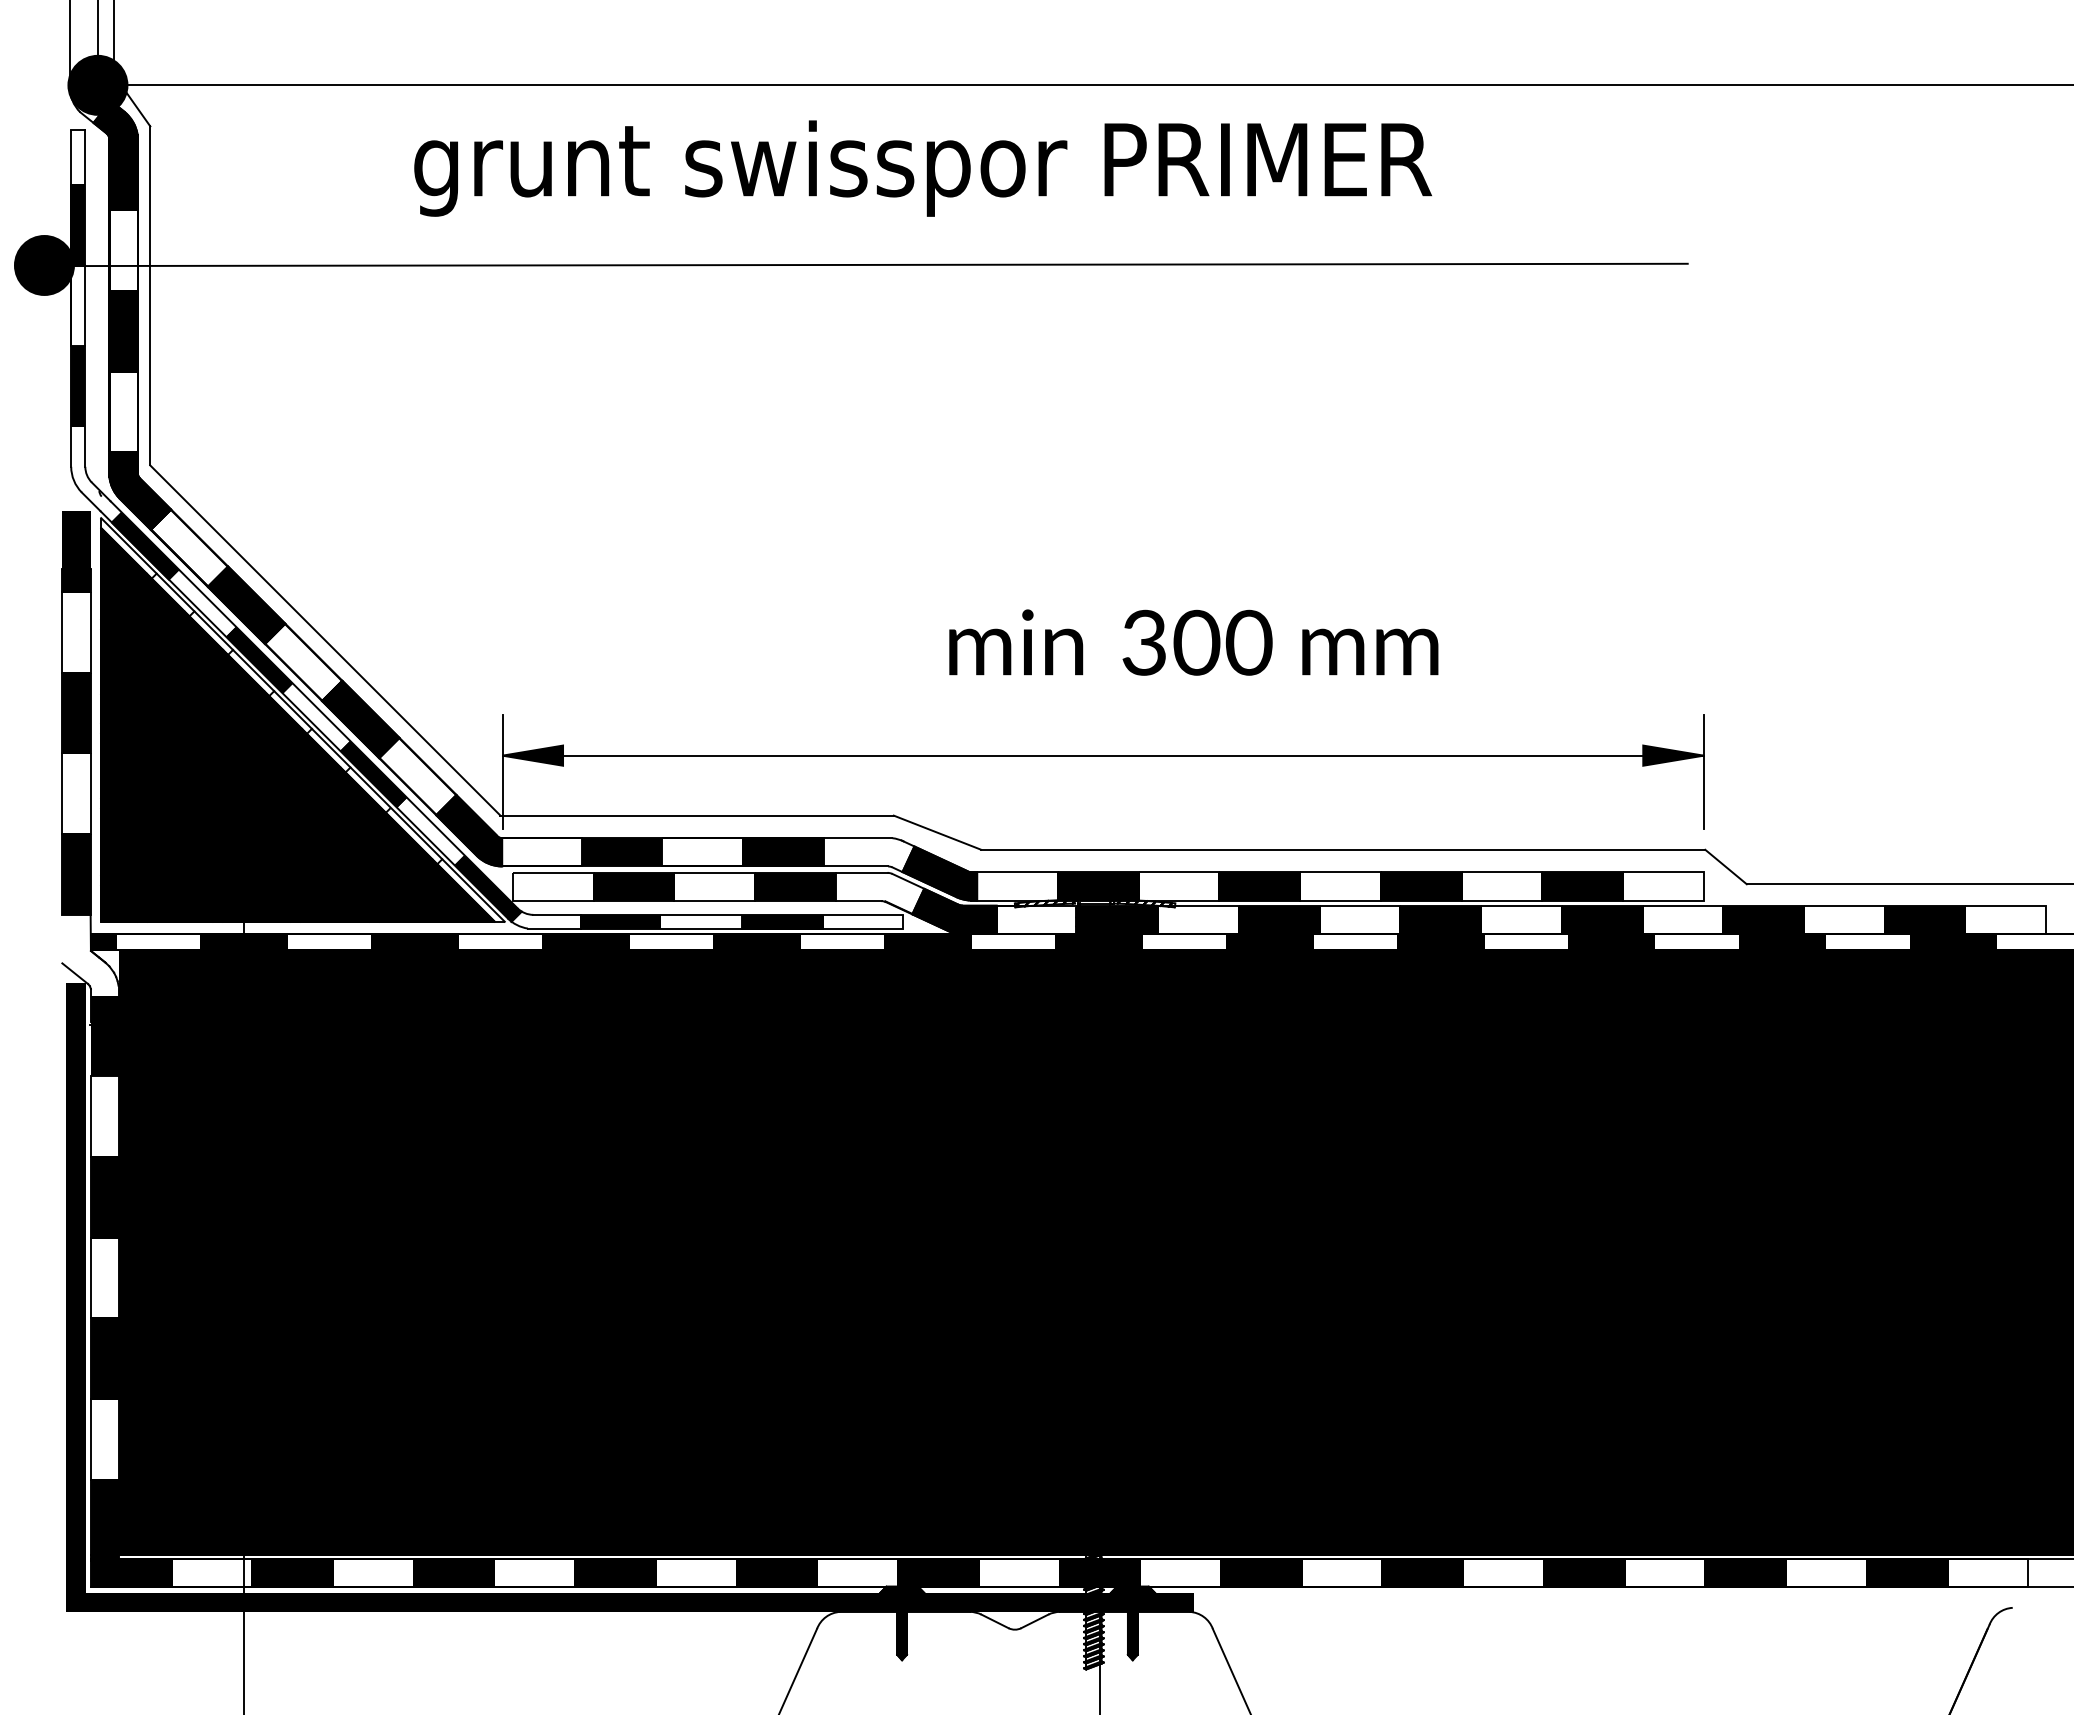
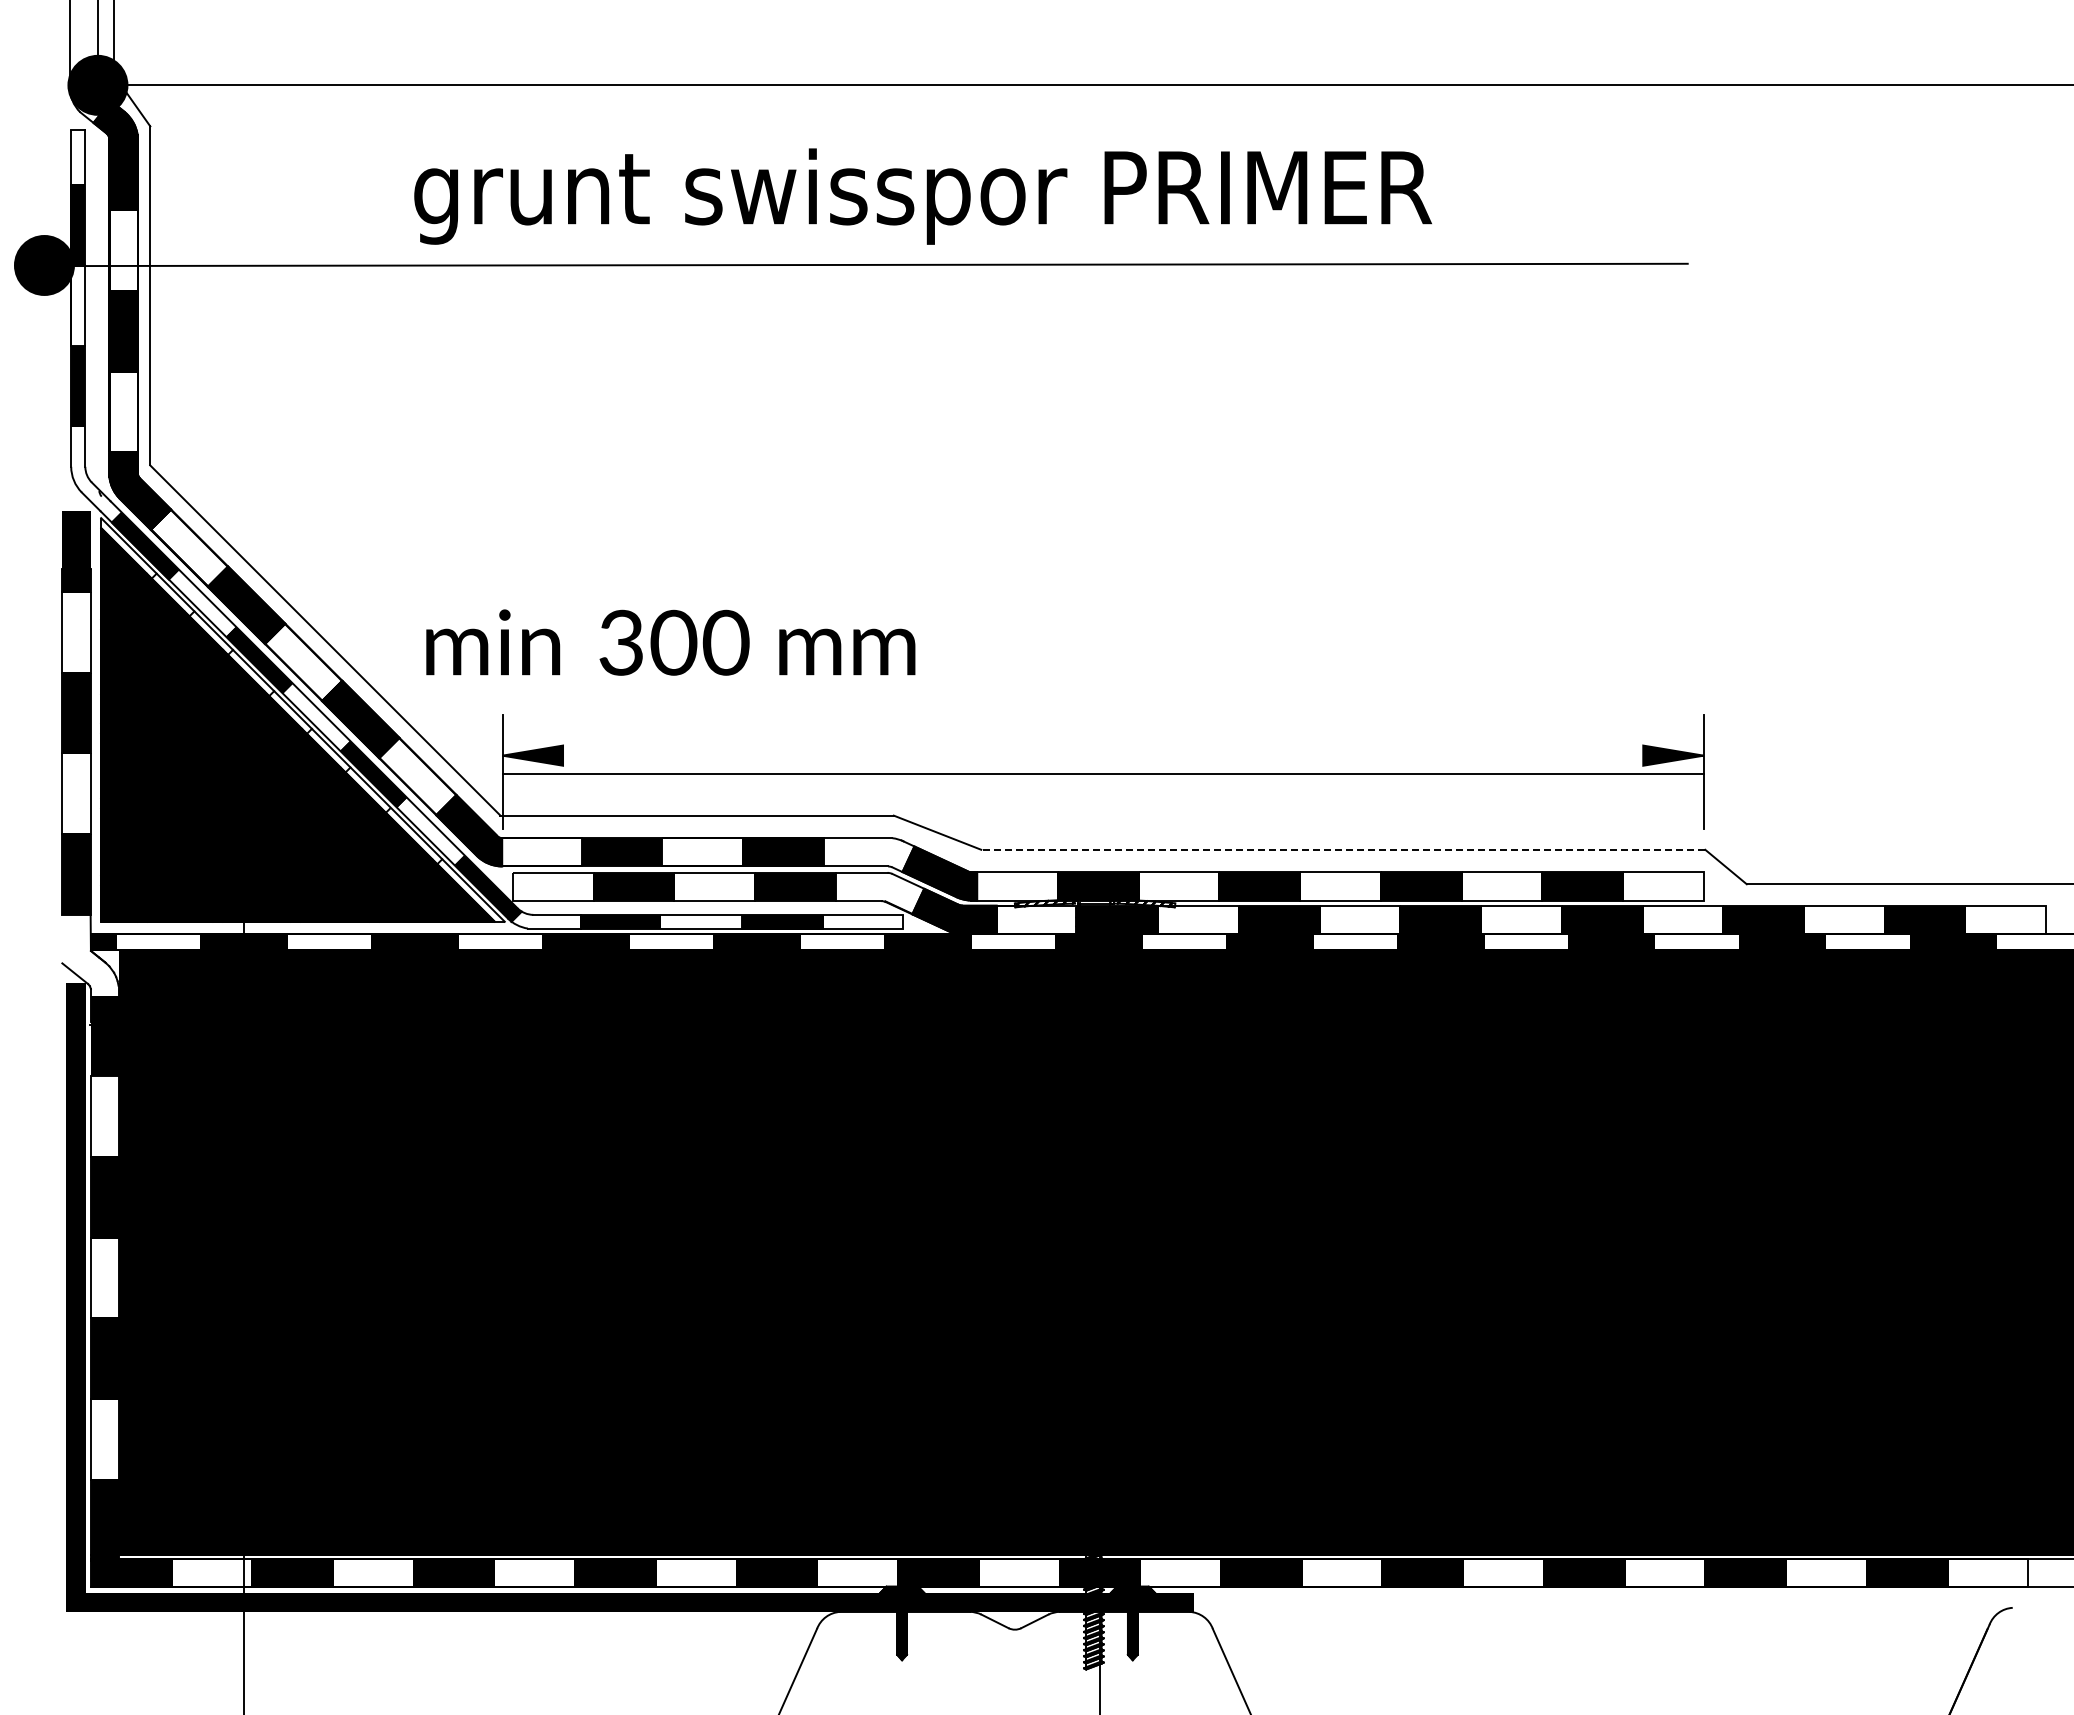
text at (922, 168) position: (922, 168) -> (922, 196)
text at (1193, 642) position: (1193, 642) -> (670, 642)
line at (1102, 755) position: (1102, 755) -> (1102, 773)
line at (1342, 849): solid -> dashed
